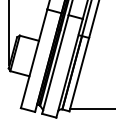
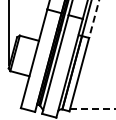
line at (94, 19): solid -> dashed
line at (92, 109): solid -> dashed
